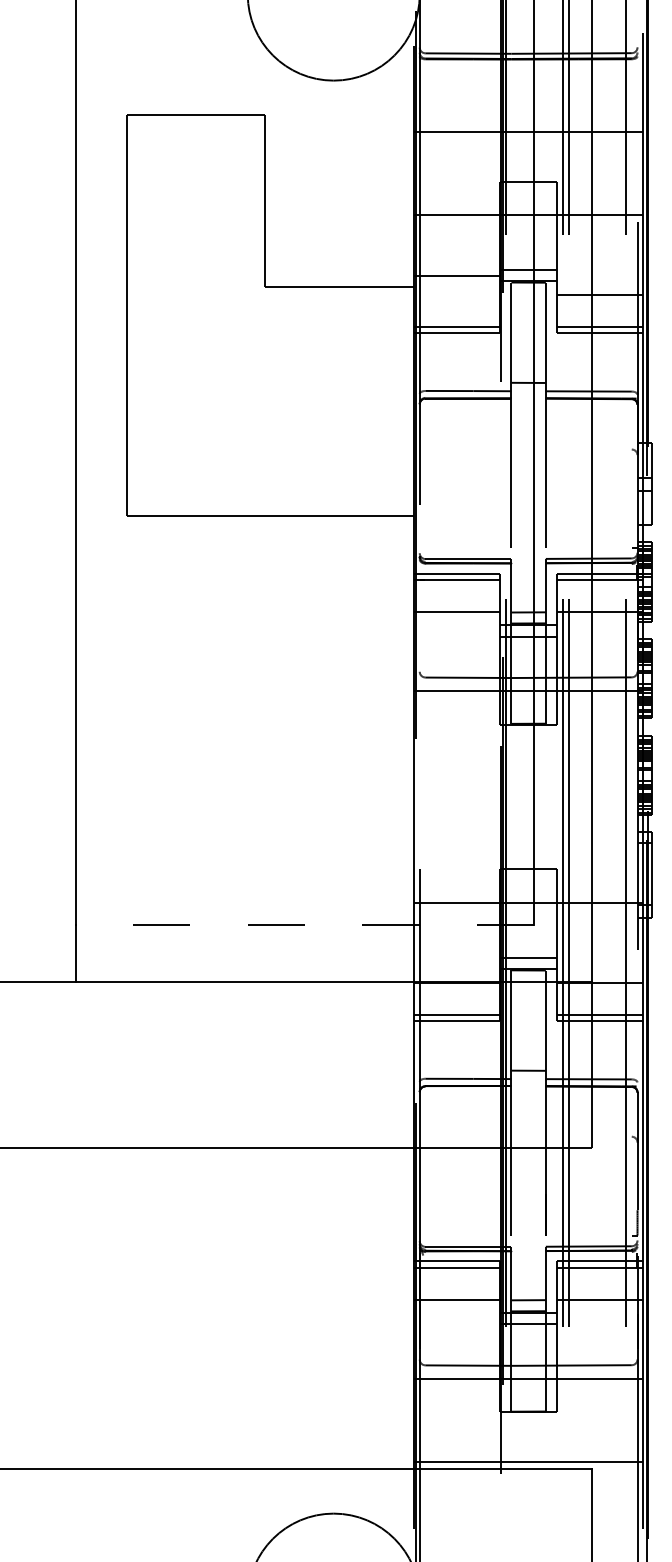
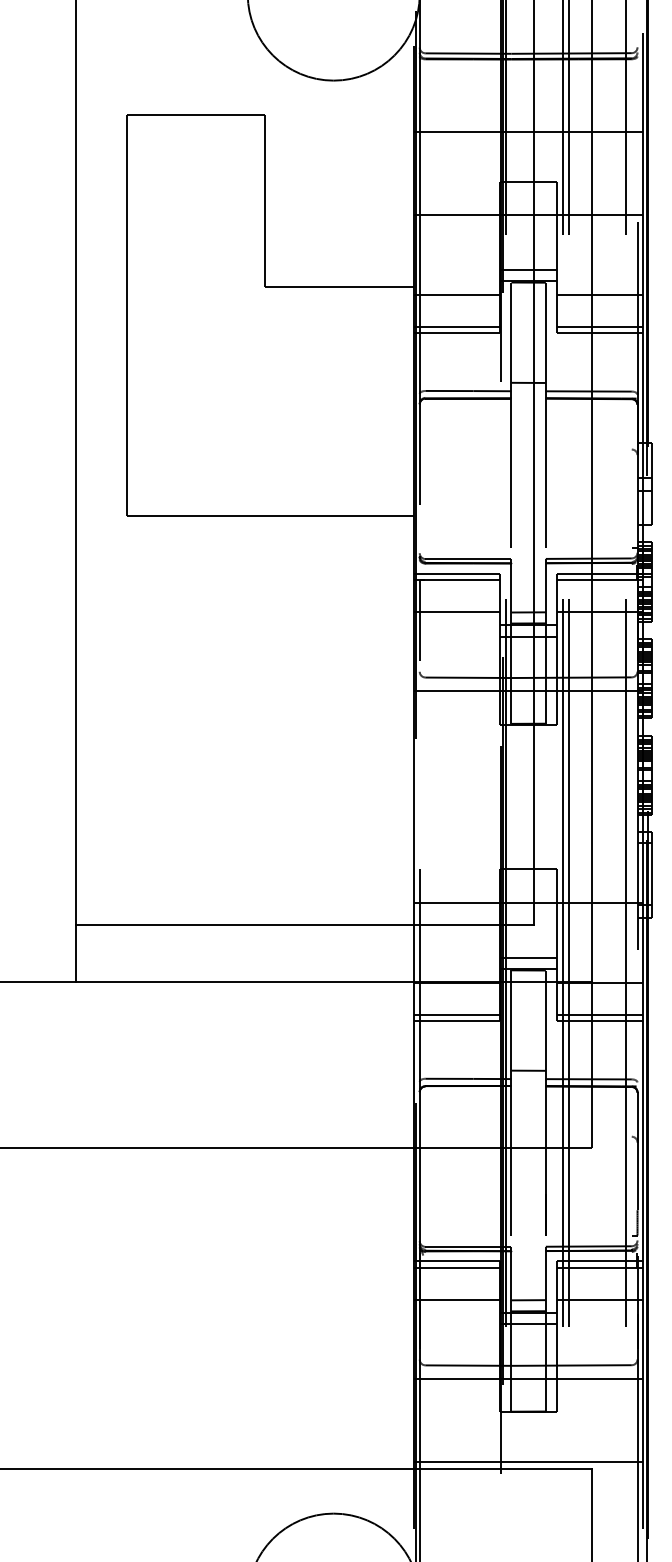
line at (456, 275) position: (456, 275) -> (456, 294)
line at (419, 620): none -> present
line at (304, 924): dashed -> solid
